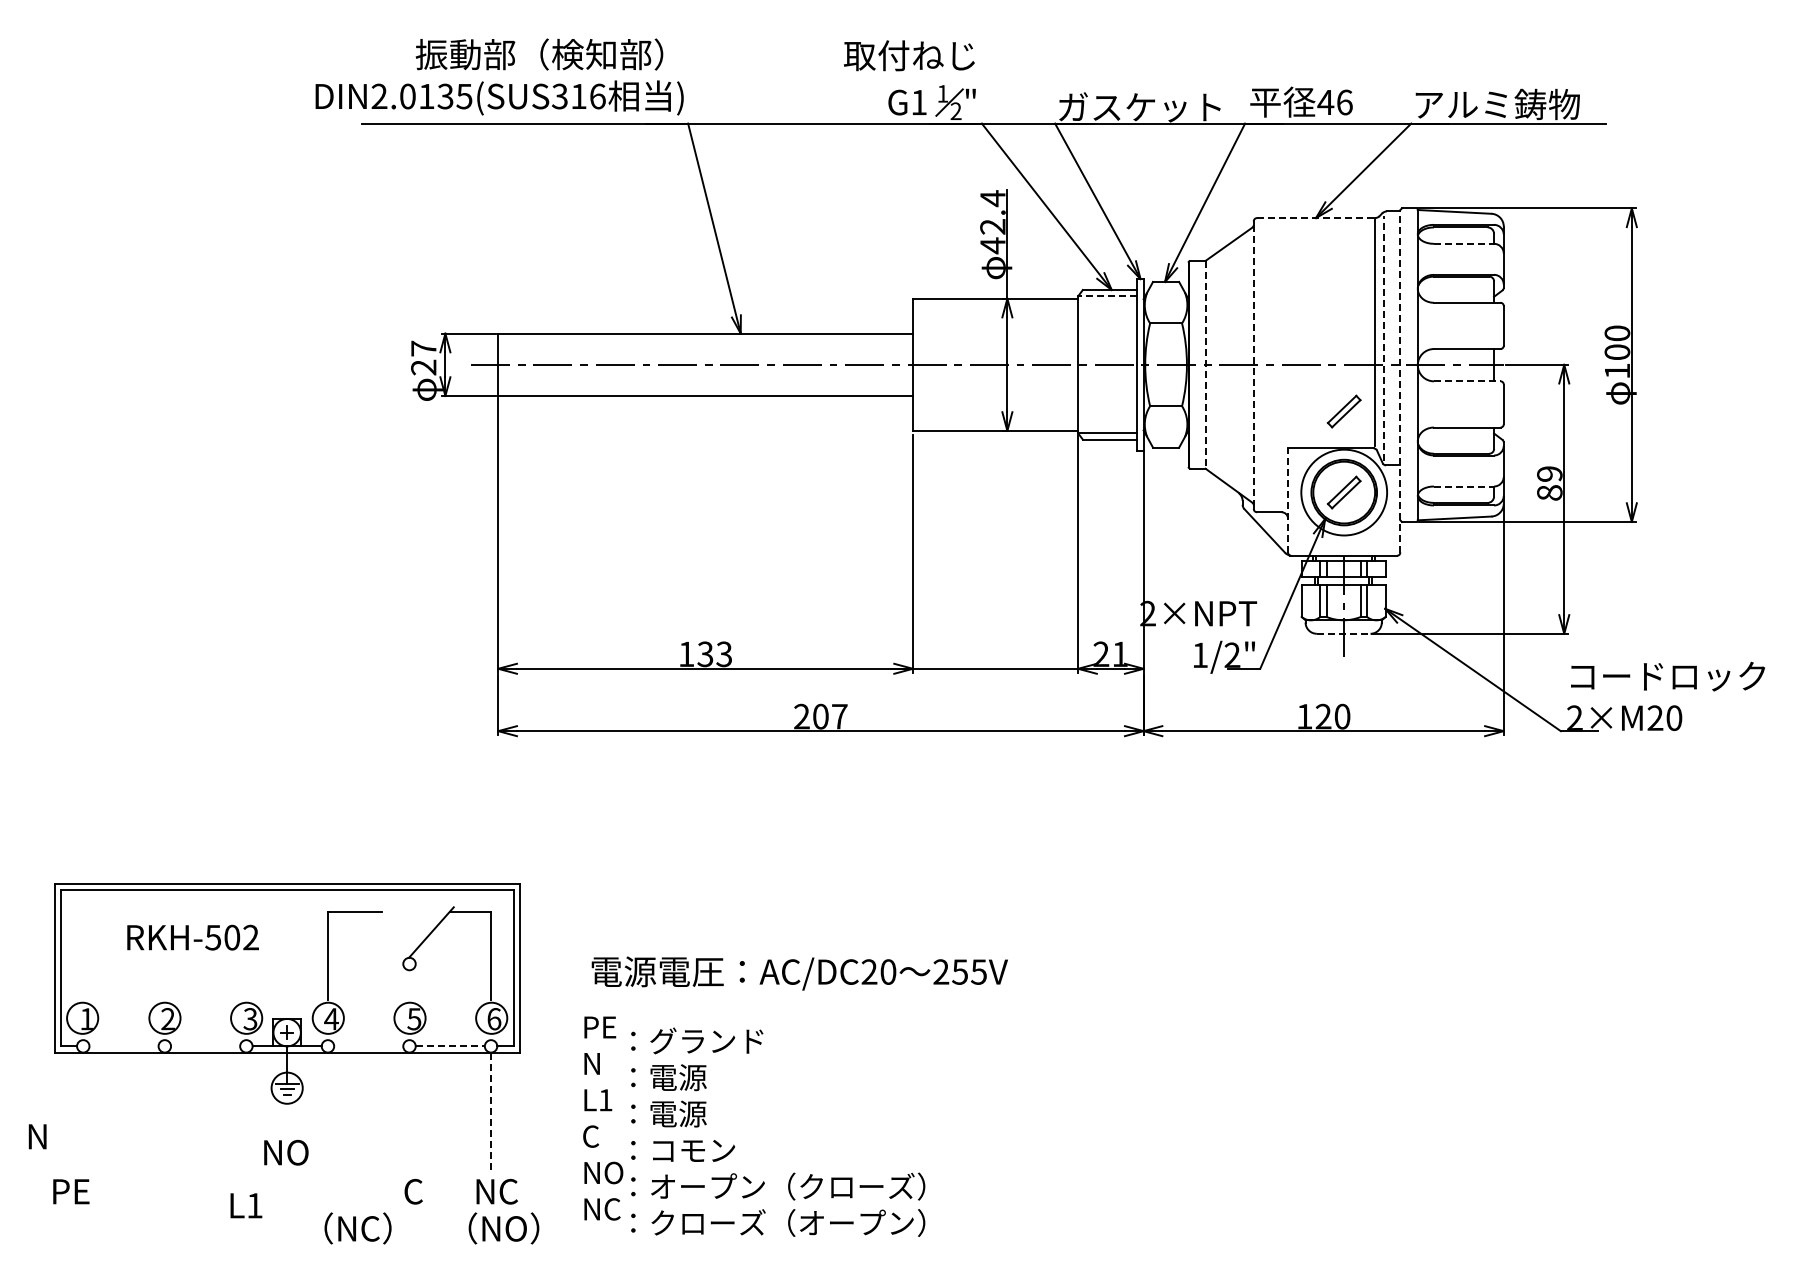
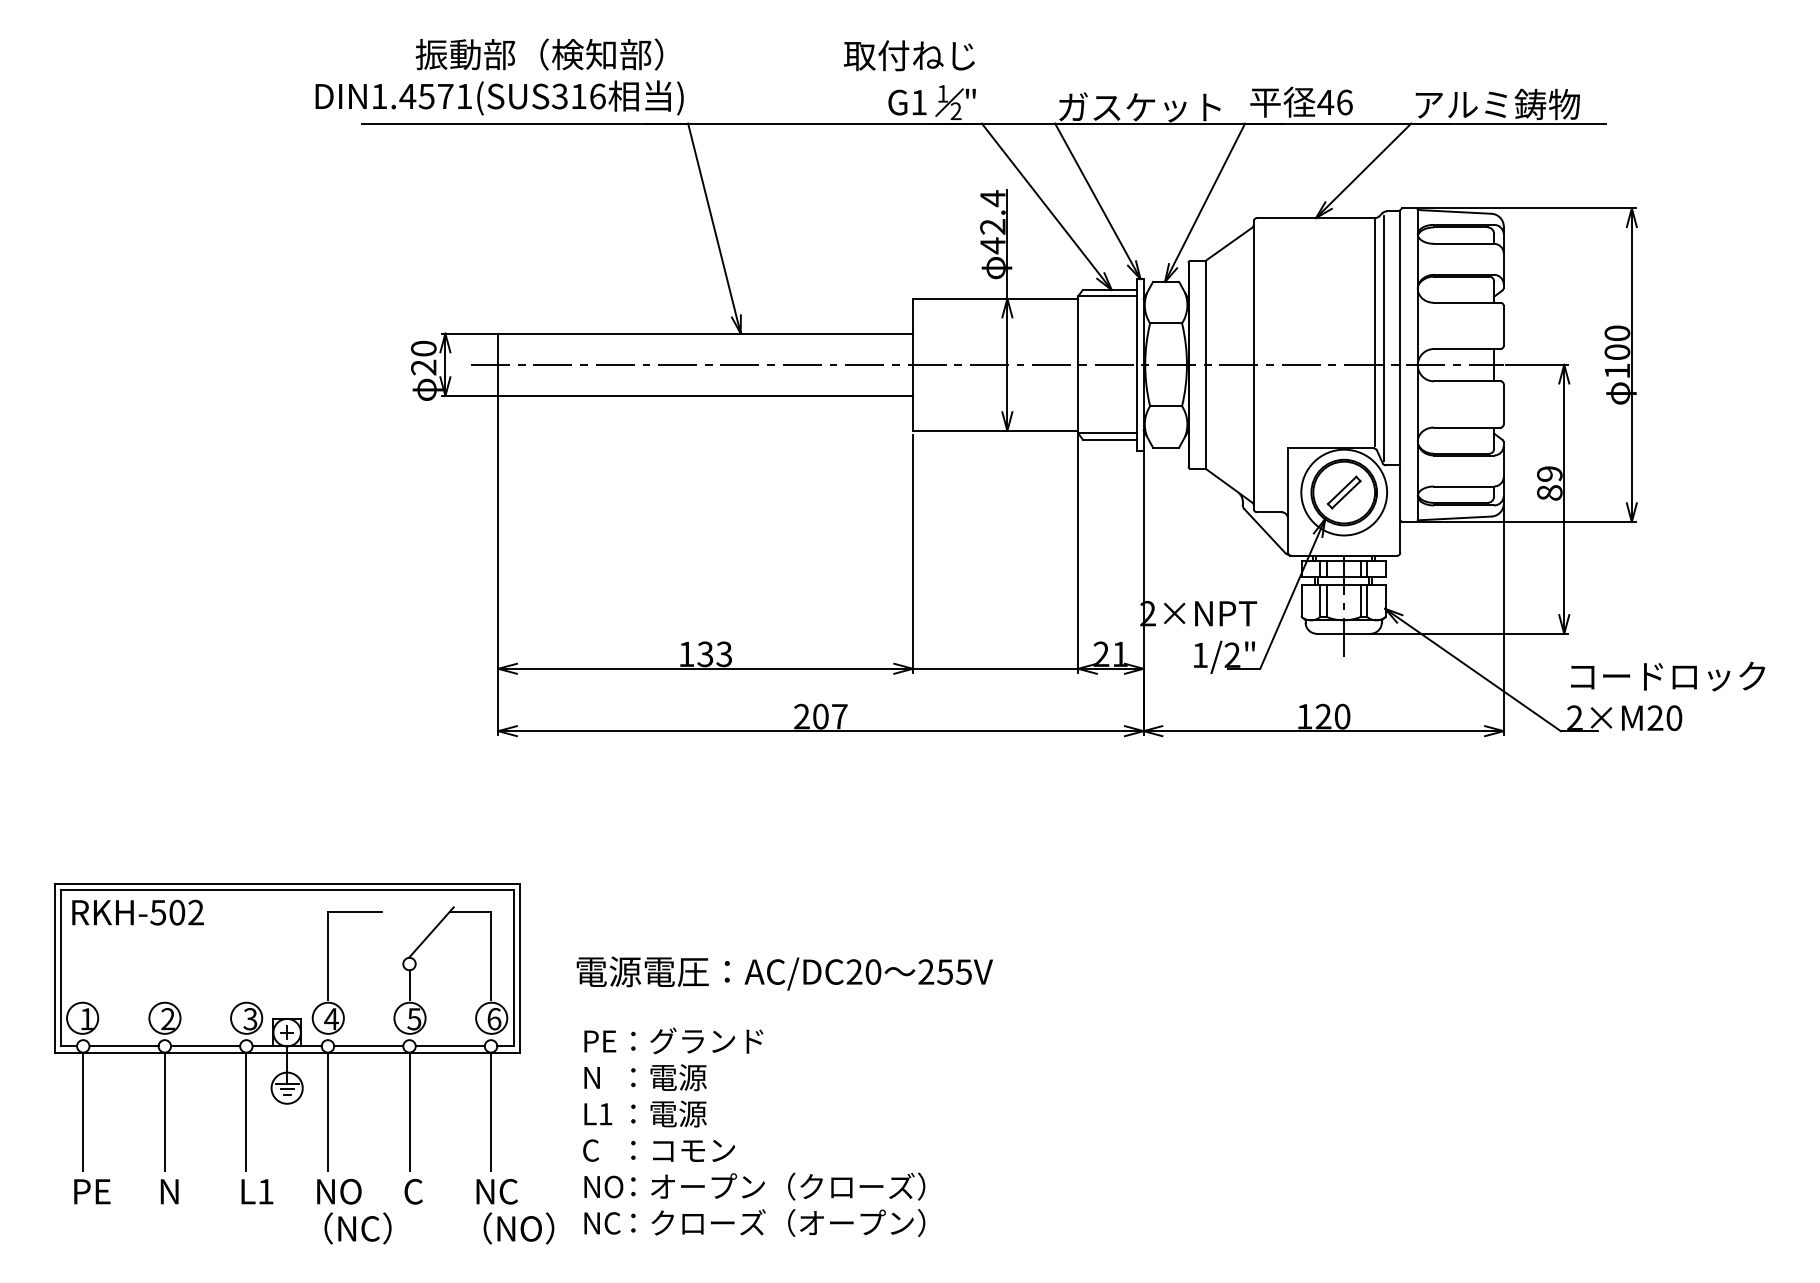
text at (421, 96): DIN2.0135(SUS316 -> DIN1.4571(SUS316
line at (1316, 218): dashed -> solid
line at (1464, 243): dashed -> solid
line at (1107, 296): dashed -> solid
line at (1384, 338): dashed -> solid
text at (423, 348): 27 -> 20
line at (1205, 364): dashed -> solid
line at (1253, 365): dashed -> solid
line at (1400, 381): dashed -> solid
line at (1467, 381): dashed -> solid
part at (1343, 411): present -> none
line at (1464, 486): dashed -> solid
line at (1288, 500): dashed -> solid
line at (1343, 633): dashed -> solid
text at (192, 937) position: (192, 937) -> (137, 912)
text at (799, 973) position: (799, 973) -> (784, 973)
line at (409, 984): none -> present
line at (123, 1046): none -> present
line at (205, 1046): none -> present
line at (368, 1046): none -> present
line at (450, 1046): dashed -> solid
line at (83, 1111): none -> present
line at (164, 1111): none -> present
line at (246, 1111): none -> present
line at (327, 1111): none -> present
line at (409, 1111): none -> present
line at (491, 1112): dashed -> solid
text at (603, 1118) position: (603, 1118) -> (603, 1132)
text at (37, 1136) position: (37, 1136) -> (169, 1191)
text at (286, 1152) position: (286, 1152) -> (339, 1191)
text at (71, 1191) position: (71, 1191) -> (92, 1191)
text at (246, 1205) position: (246, 1205) -> (257, 1191)
text at (503, 1228) position: (503, 1228) -> (518, 1228)
